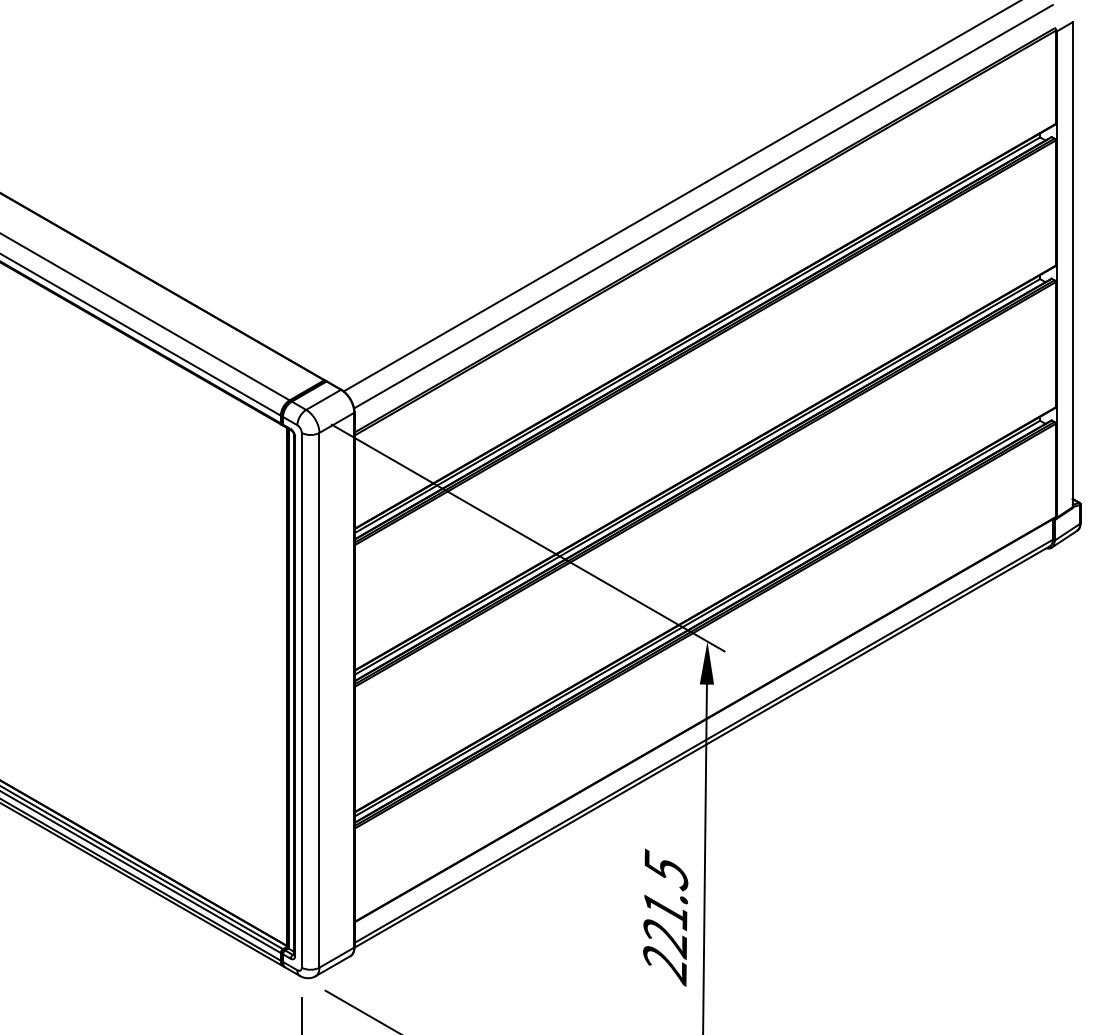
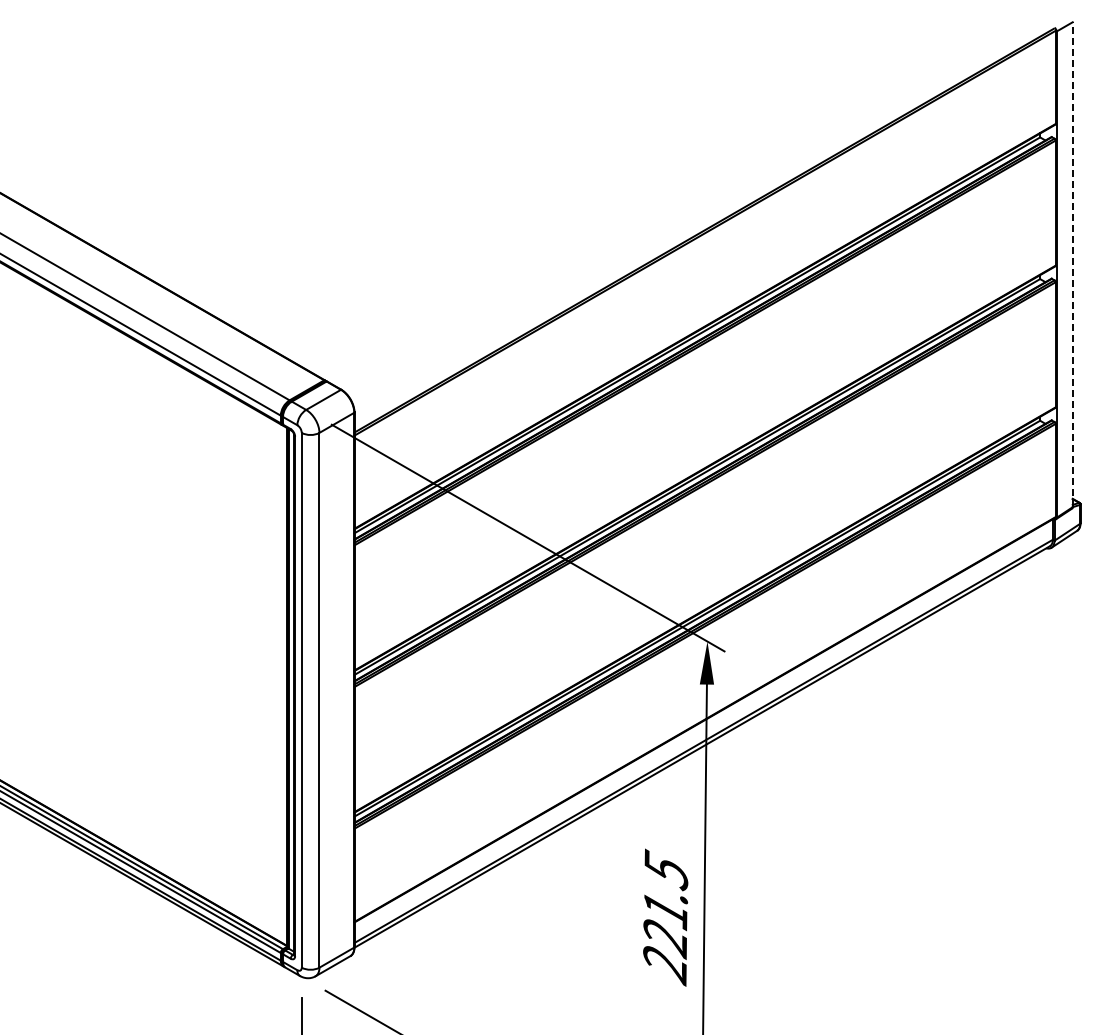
line at (680, 196): present -> none
line at (703, 206): present -> none
line at (1072, 264): solid -> dashed
